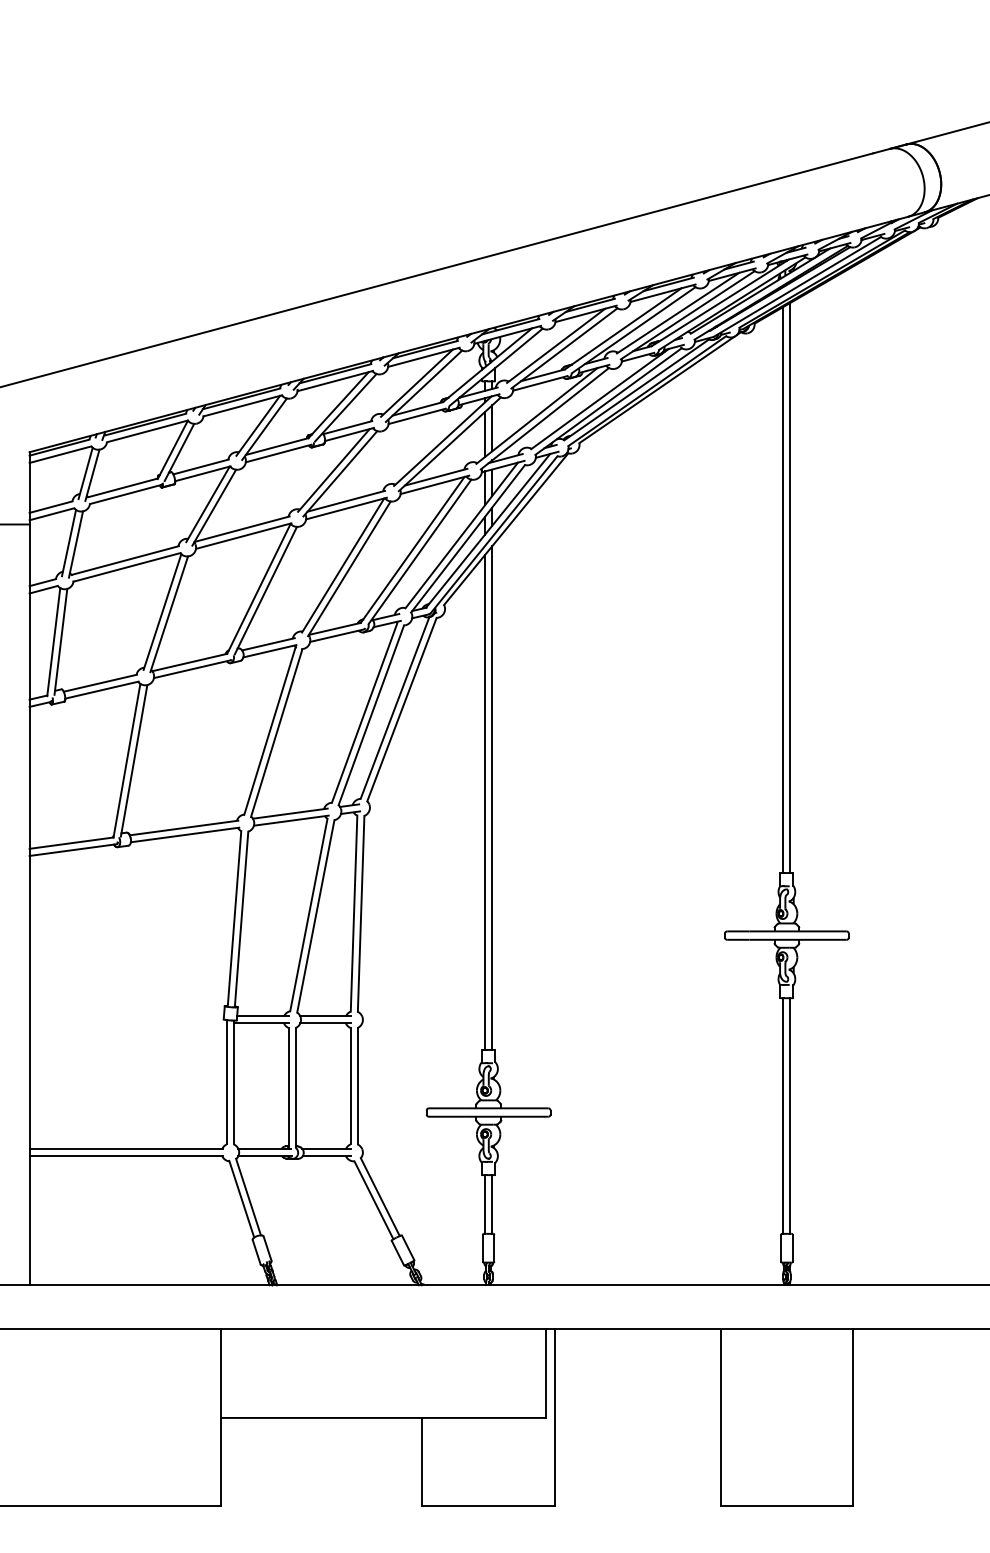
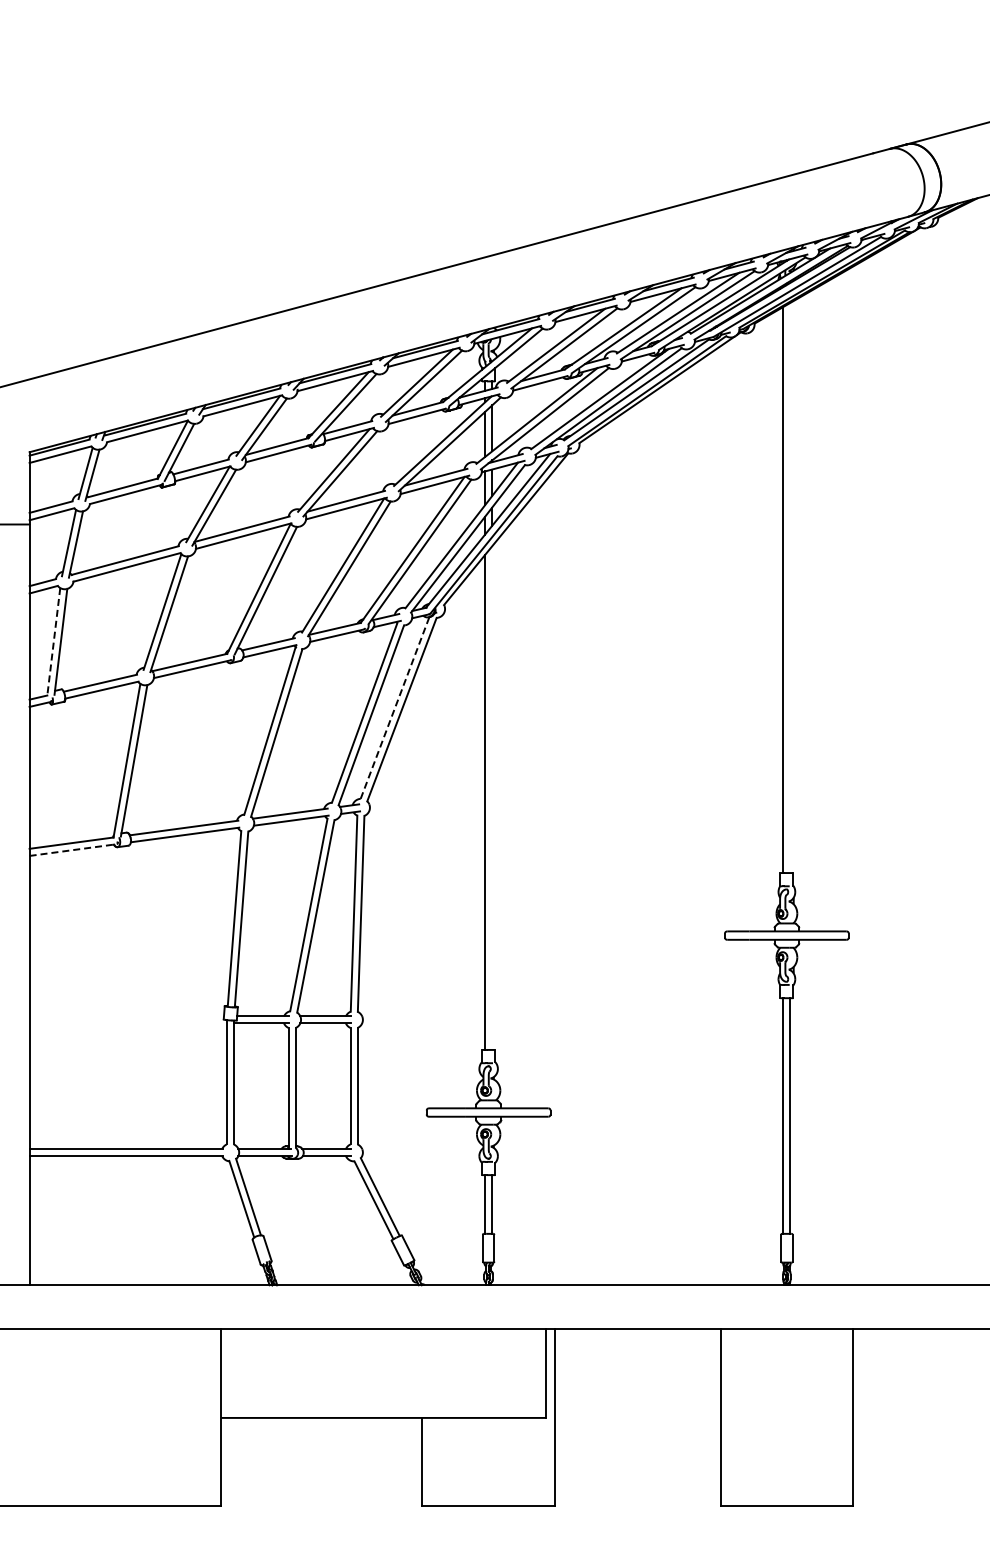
line at (790, 587): present -> none
line at (53, 642): solid -> dashed
line at (395, 707): solid -> dashed
line at (492, 797): present -> none
line at (73, 850): solid -> dashed
